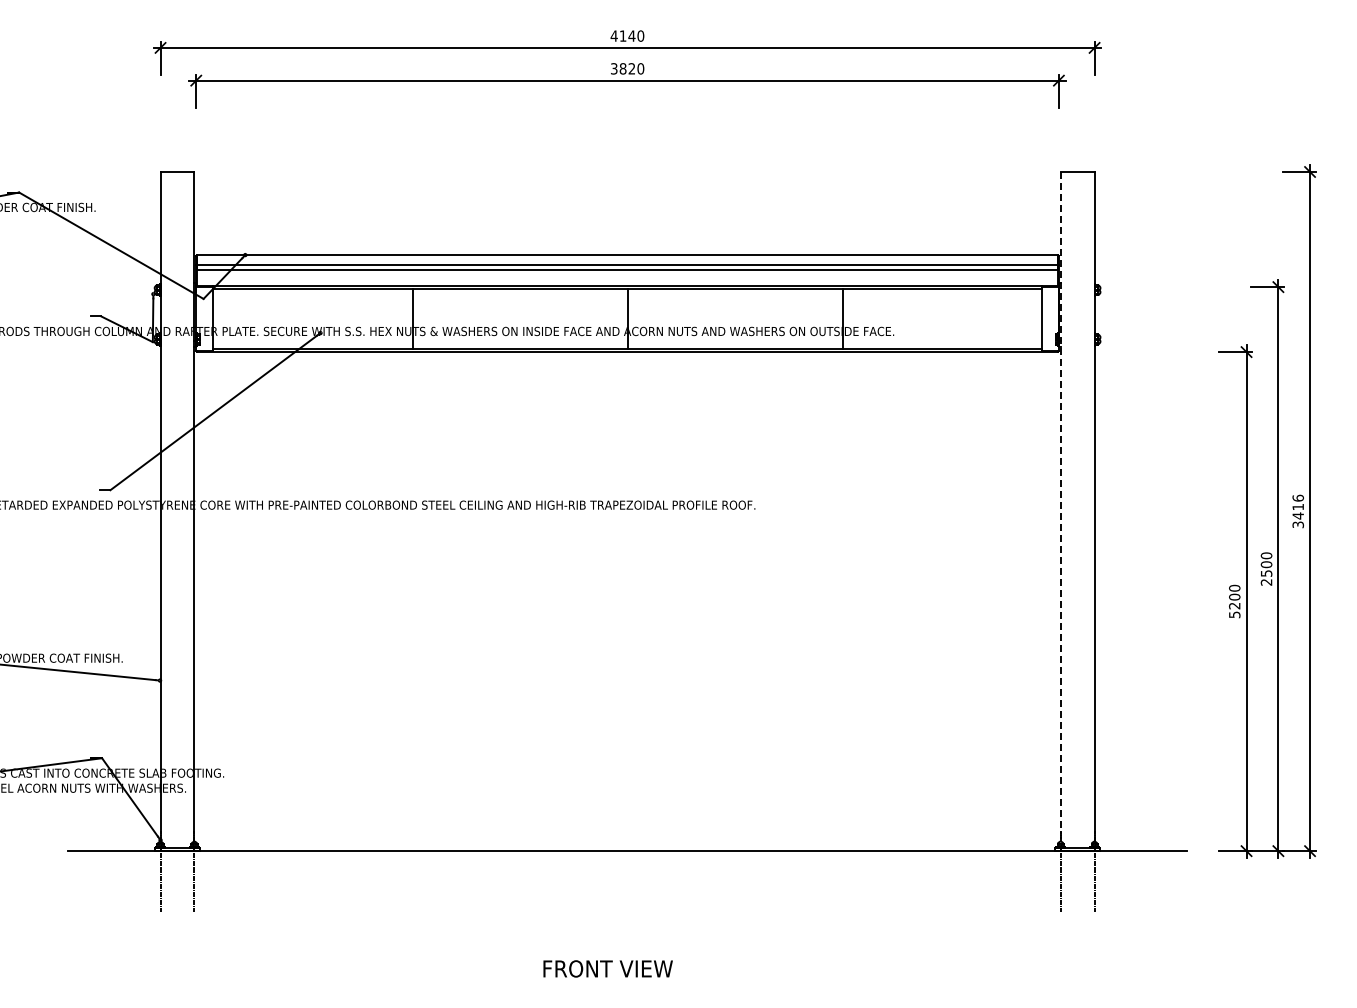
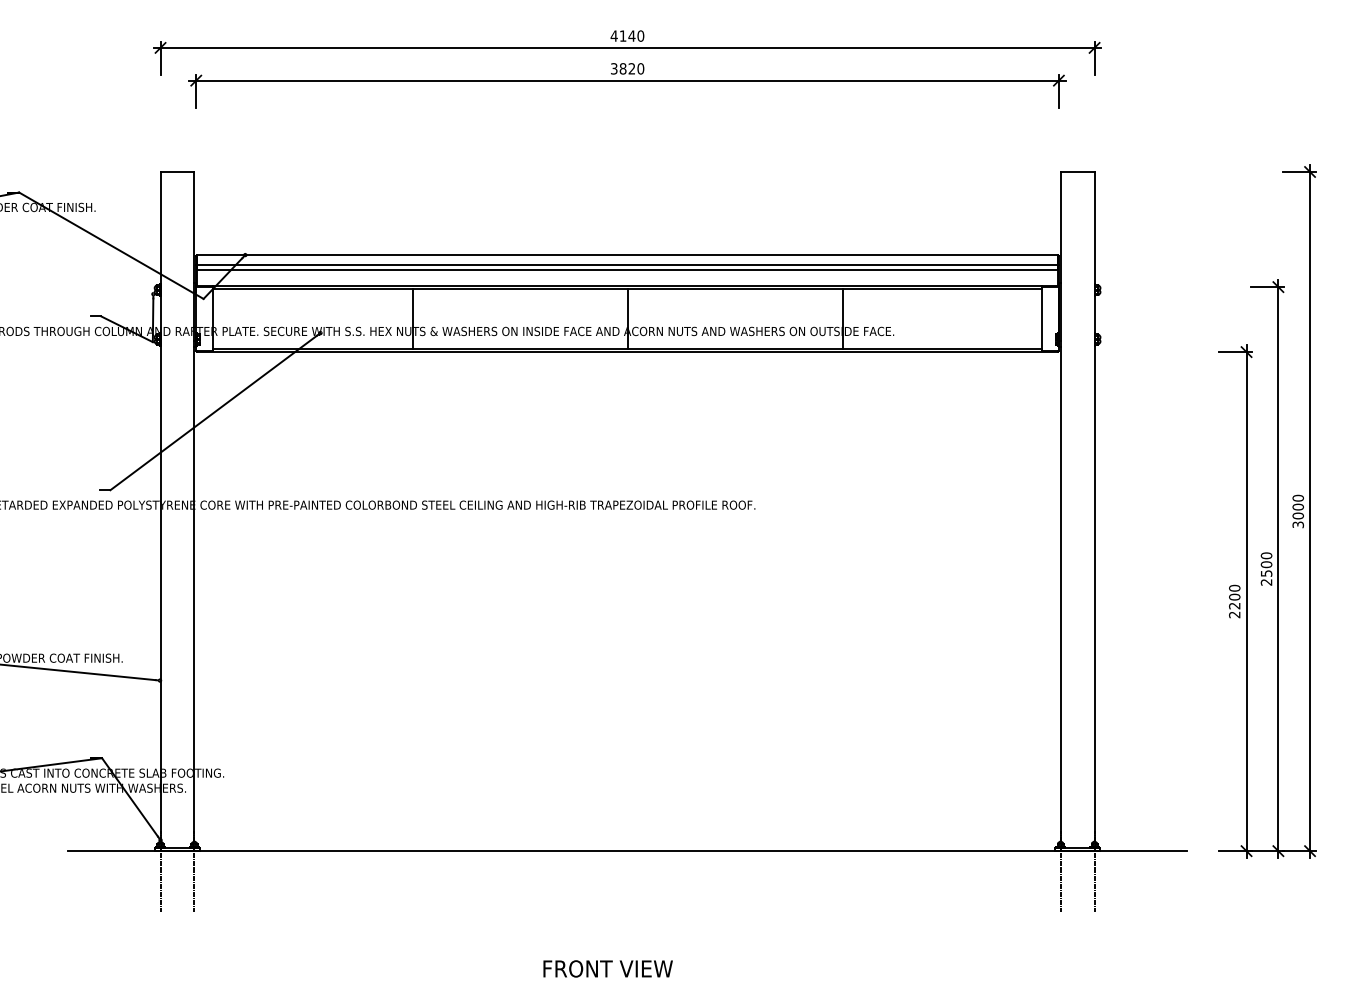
line at (1060, 506): dashed -> solid
text at (1297, 506): 3416 -> 3000
text at (1234, 614): 5200 -> 2200
